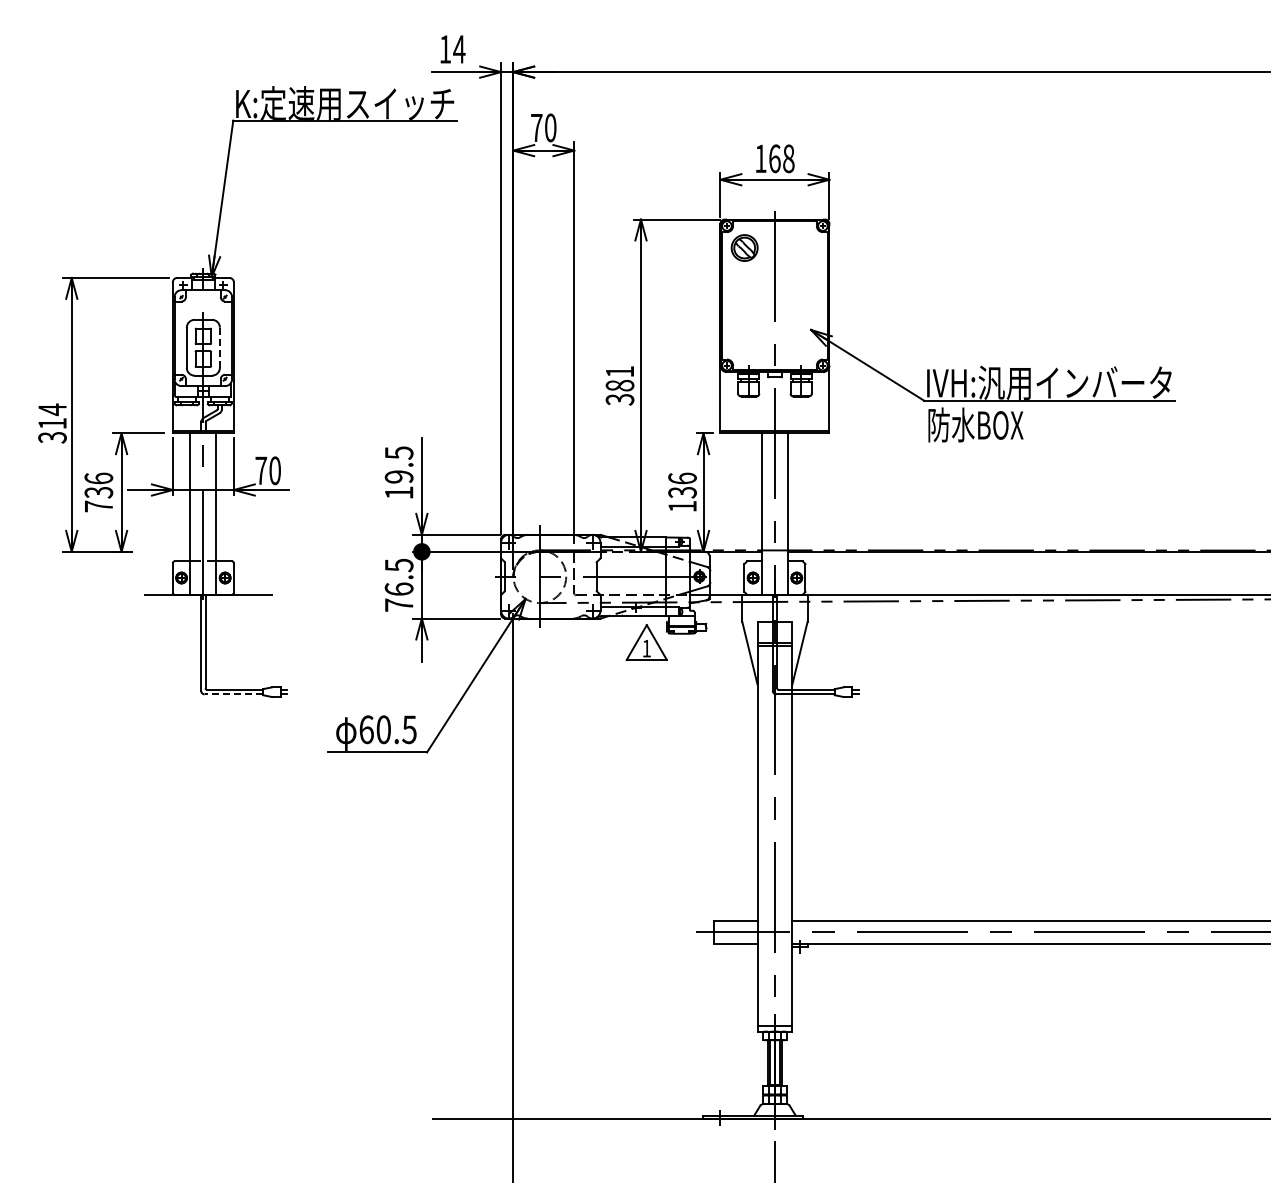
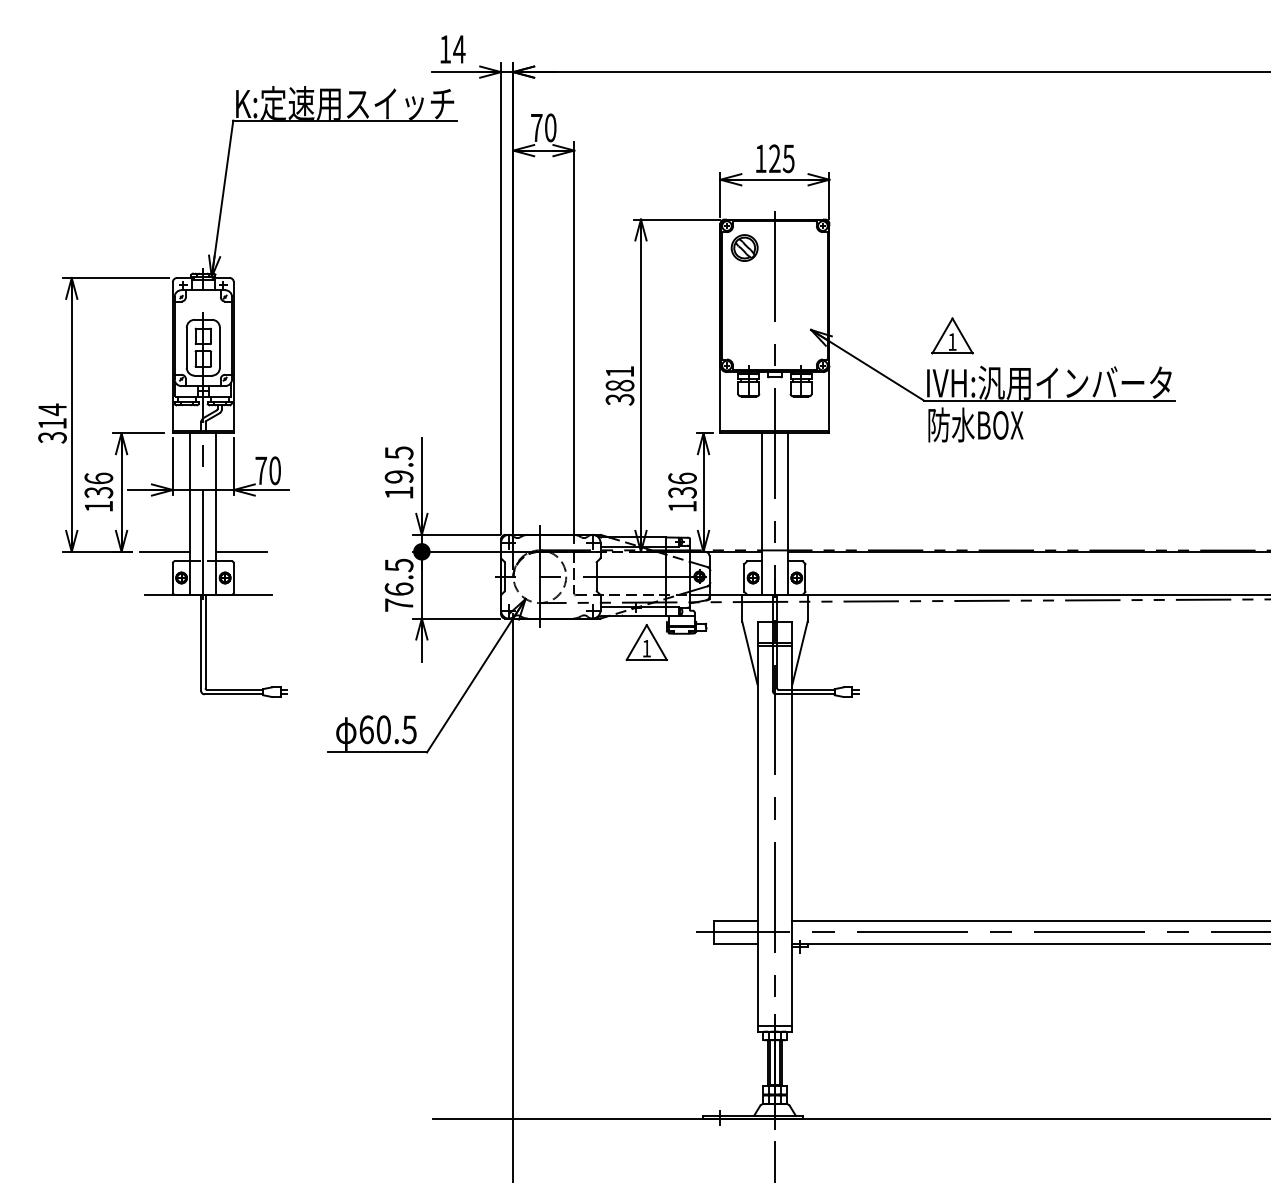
text at (781, 158): 168 -> 125
part at (952, 335): none -> present
line at (219, 347): dashed -> solid
text at (98, 506): 736 -> 136
line at (165, 551): none -> present
line at (241, 551): none -> present
line at (233, 694): dashed -> solid
